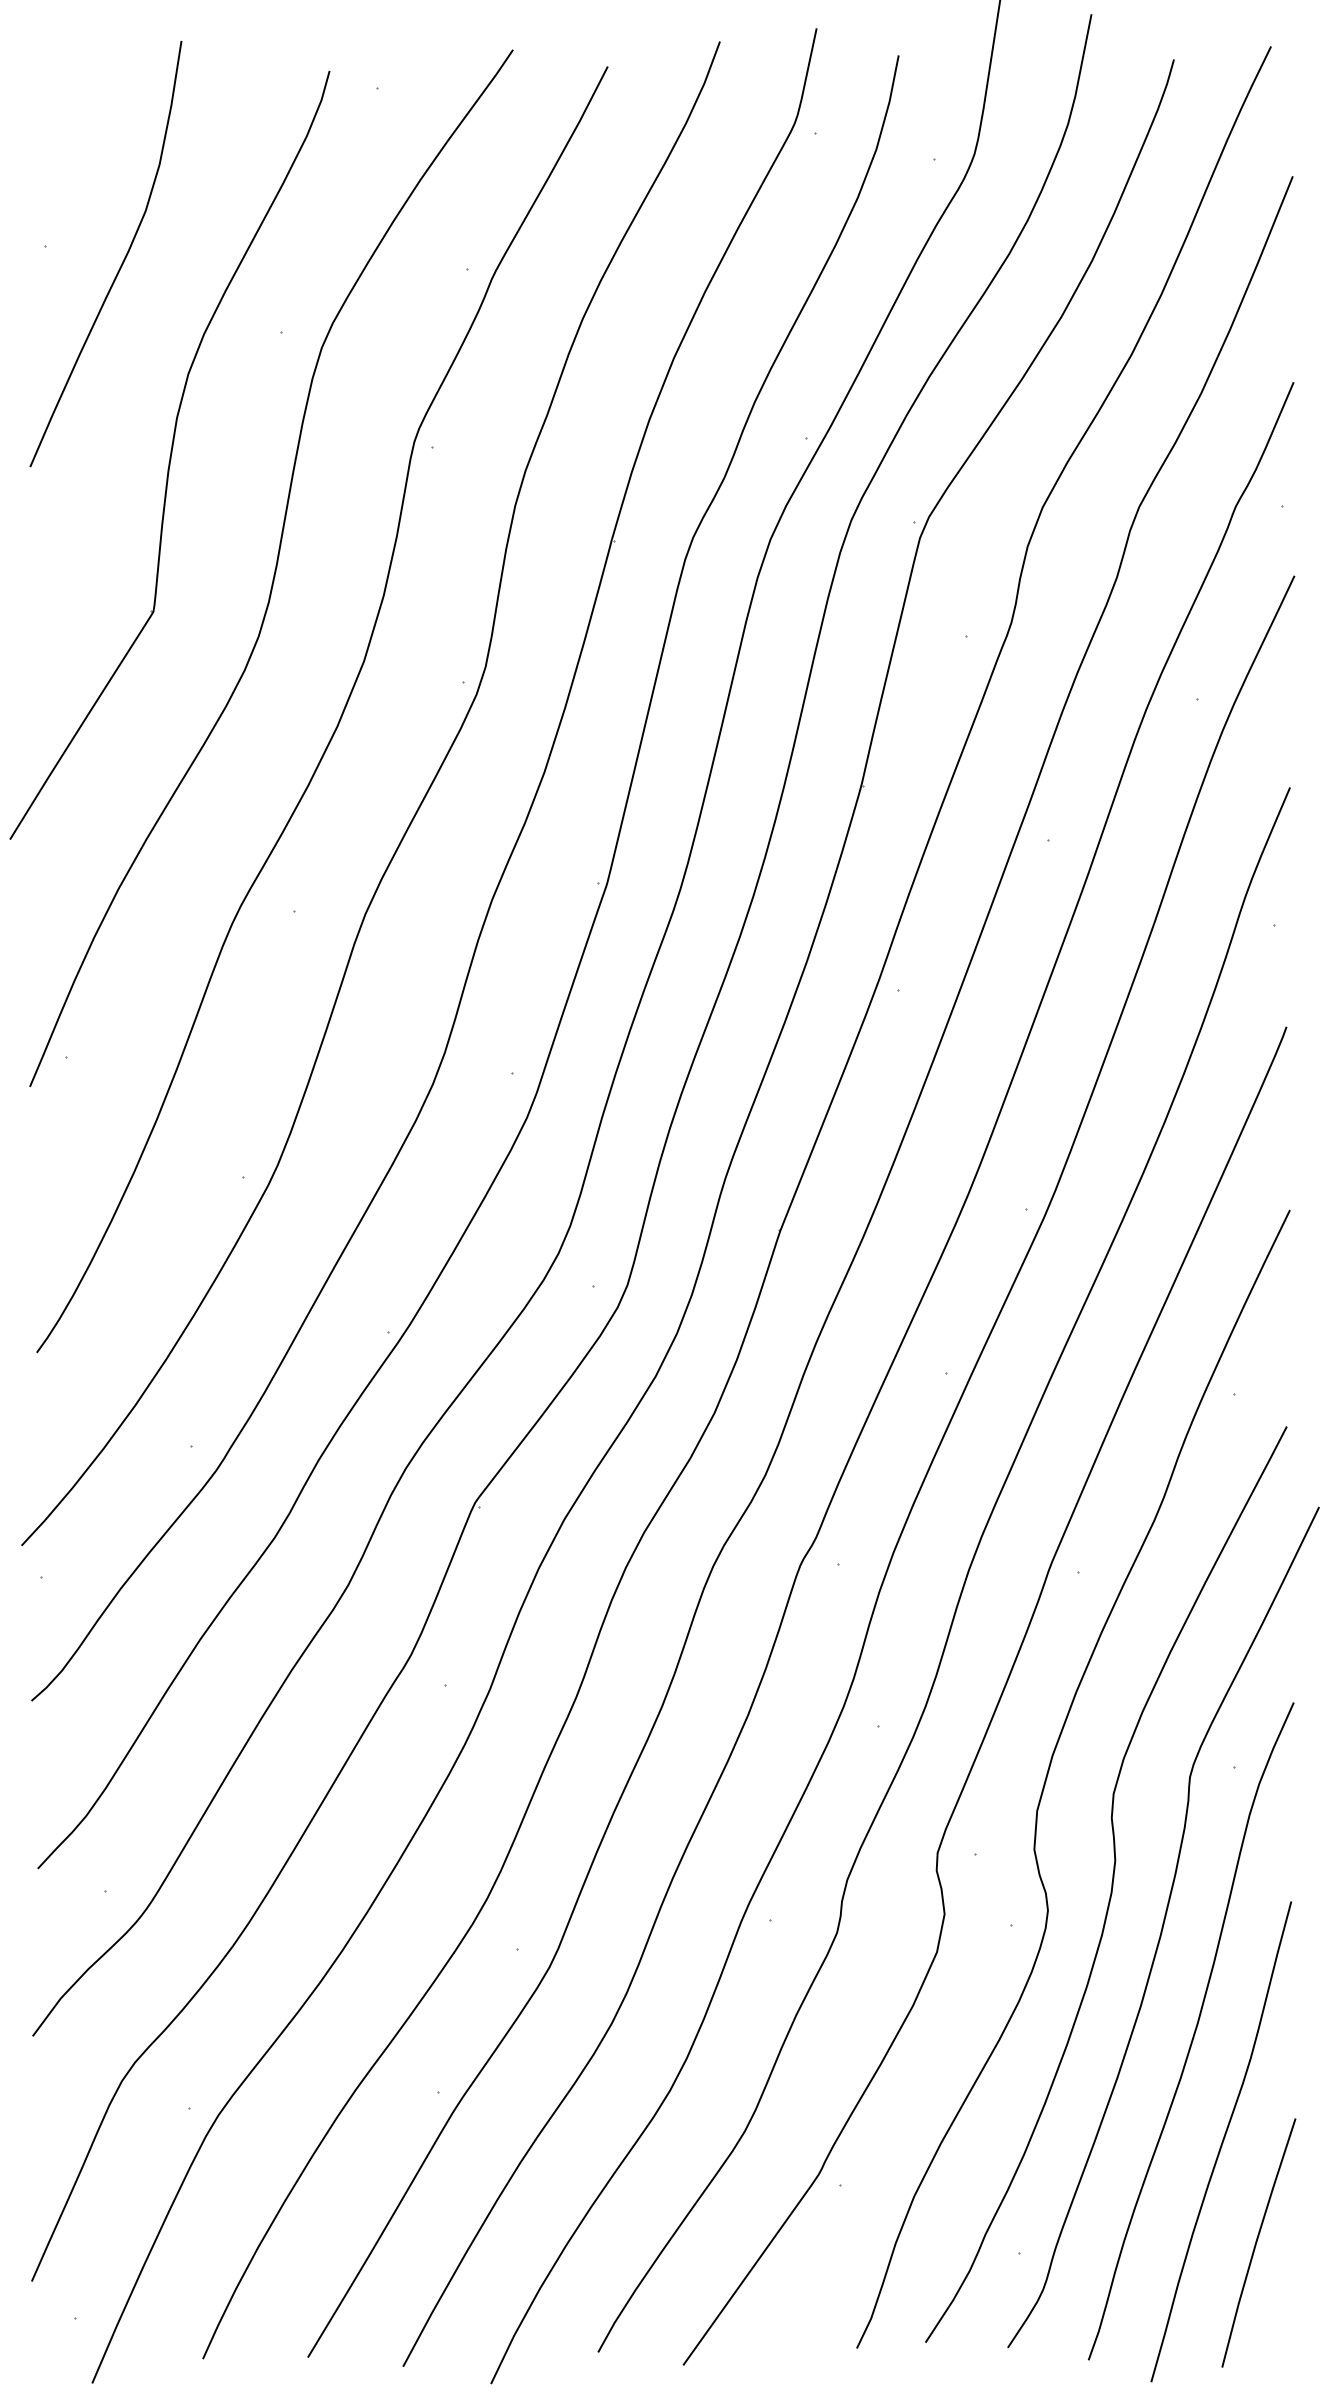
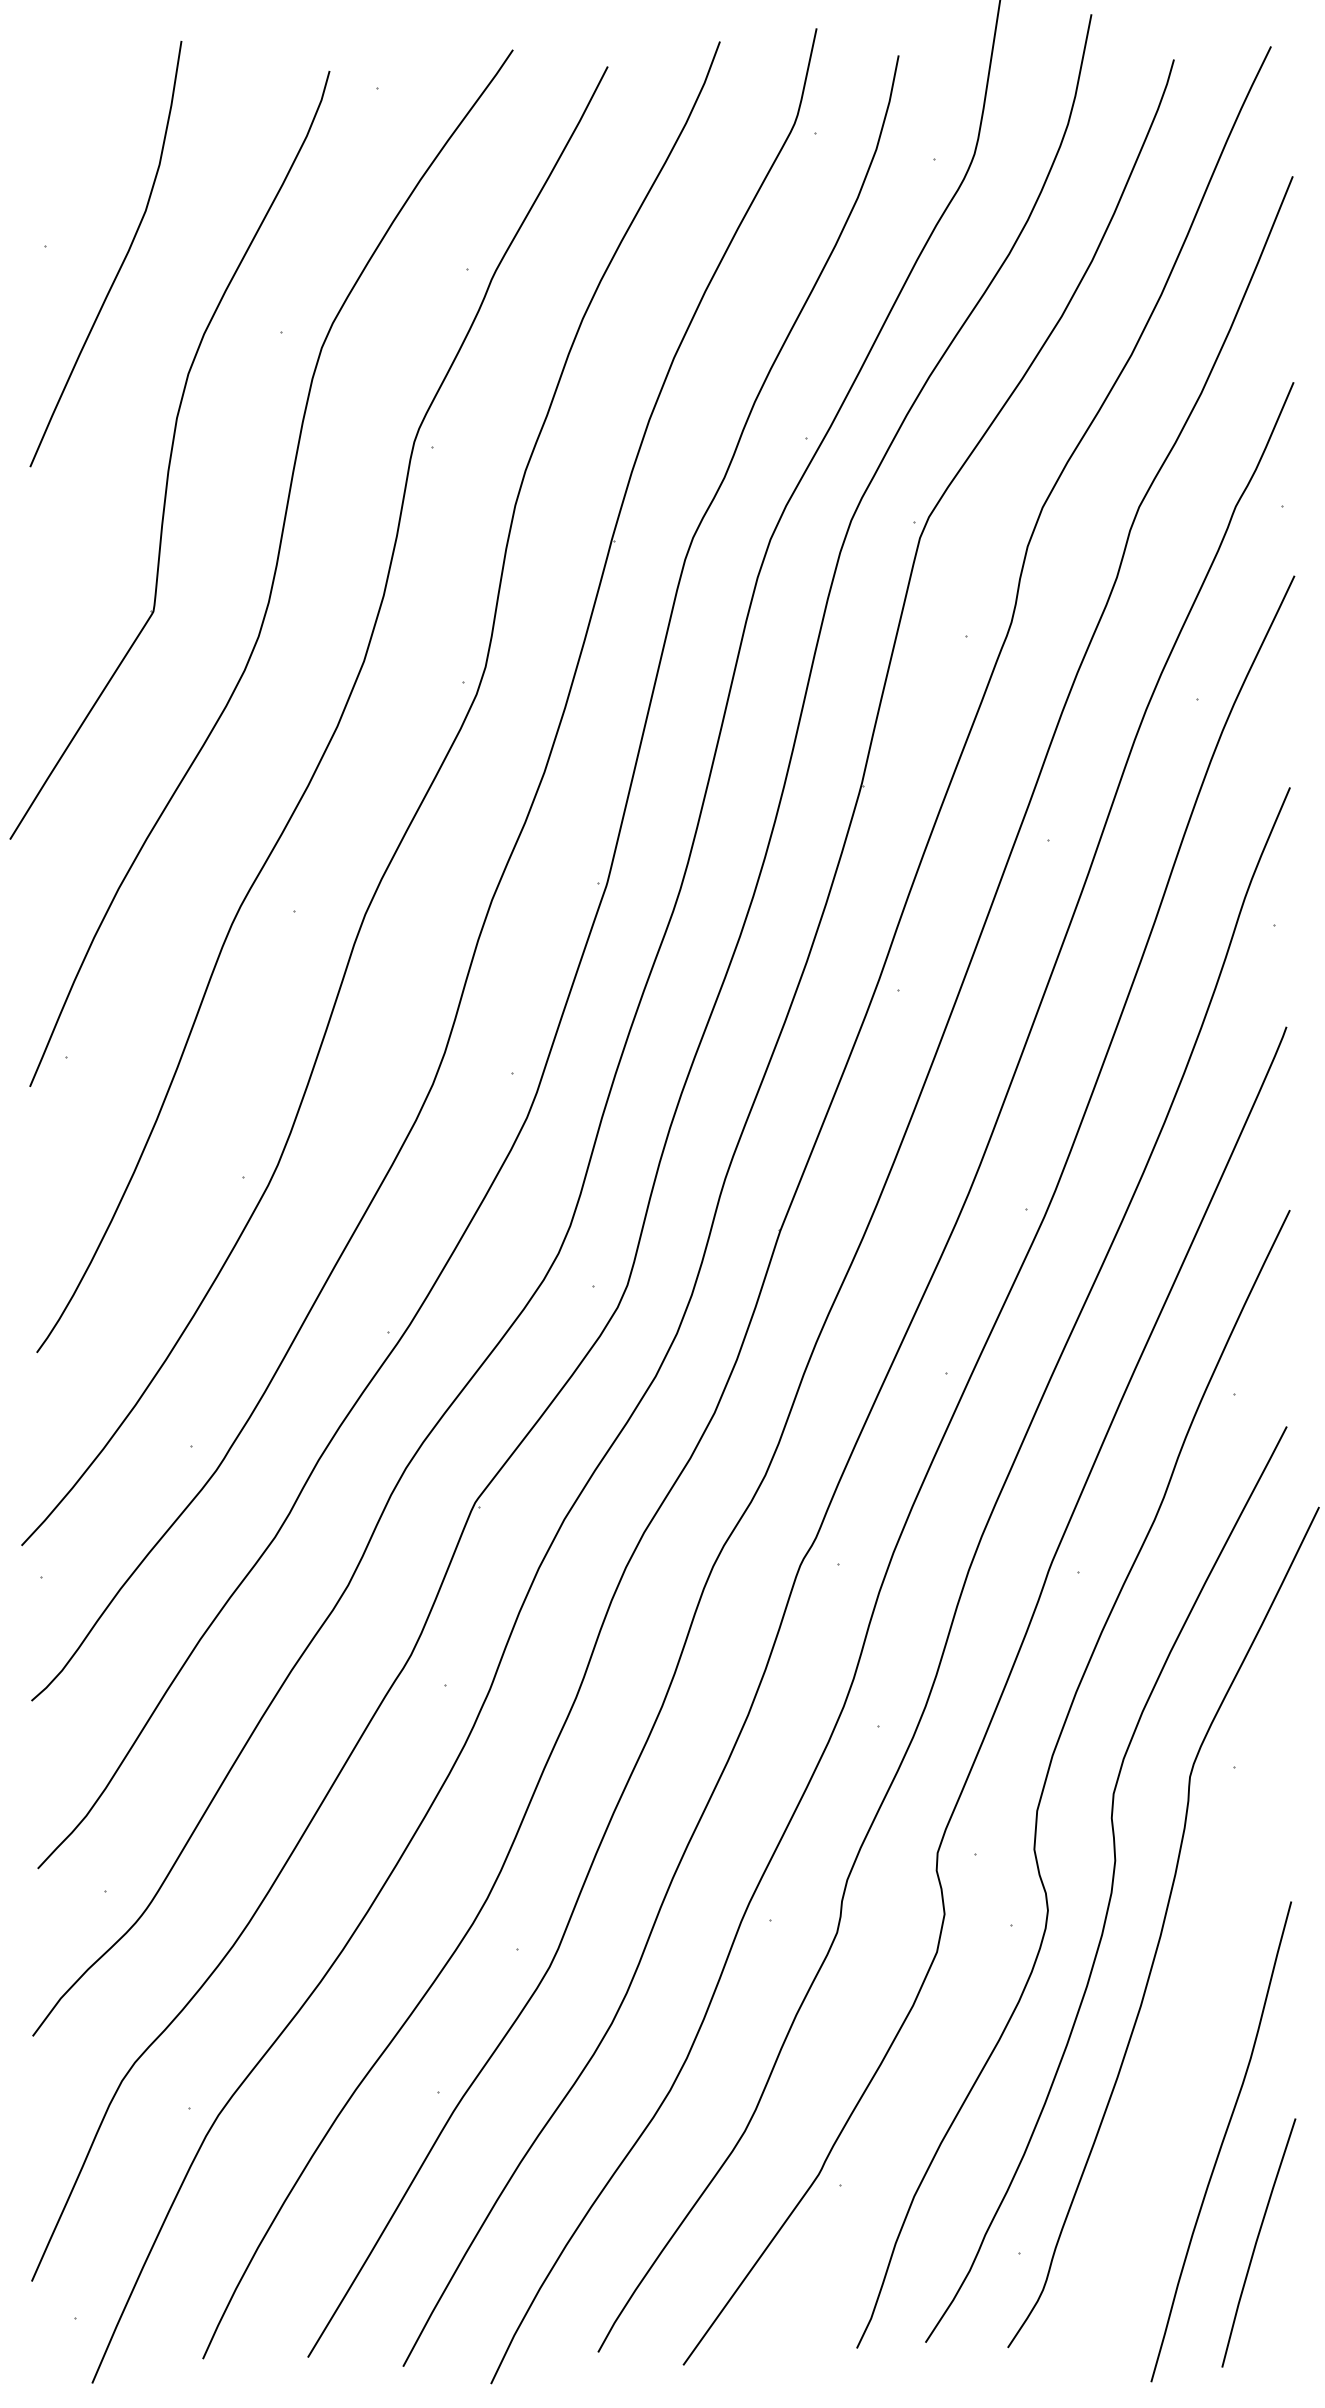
curve at (1193, 2033): present -> none
